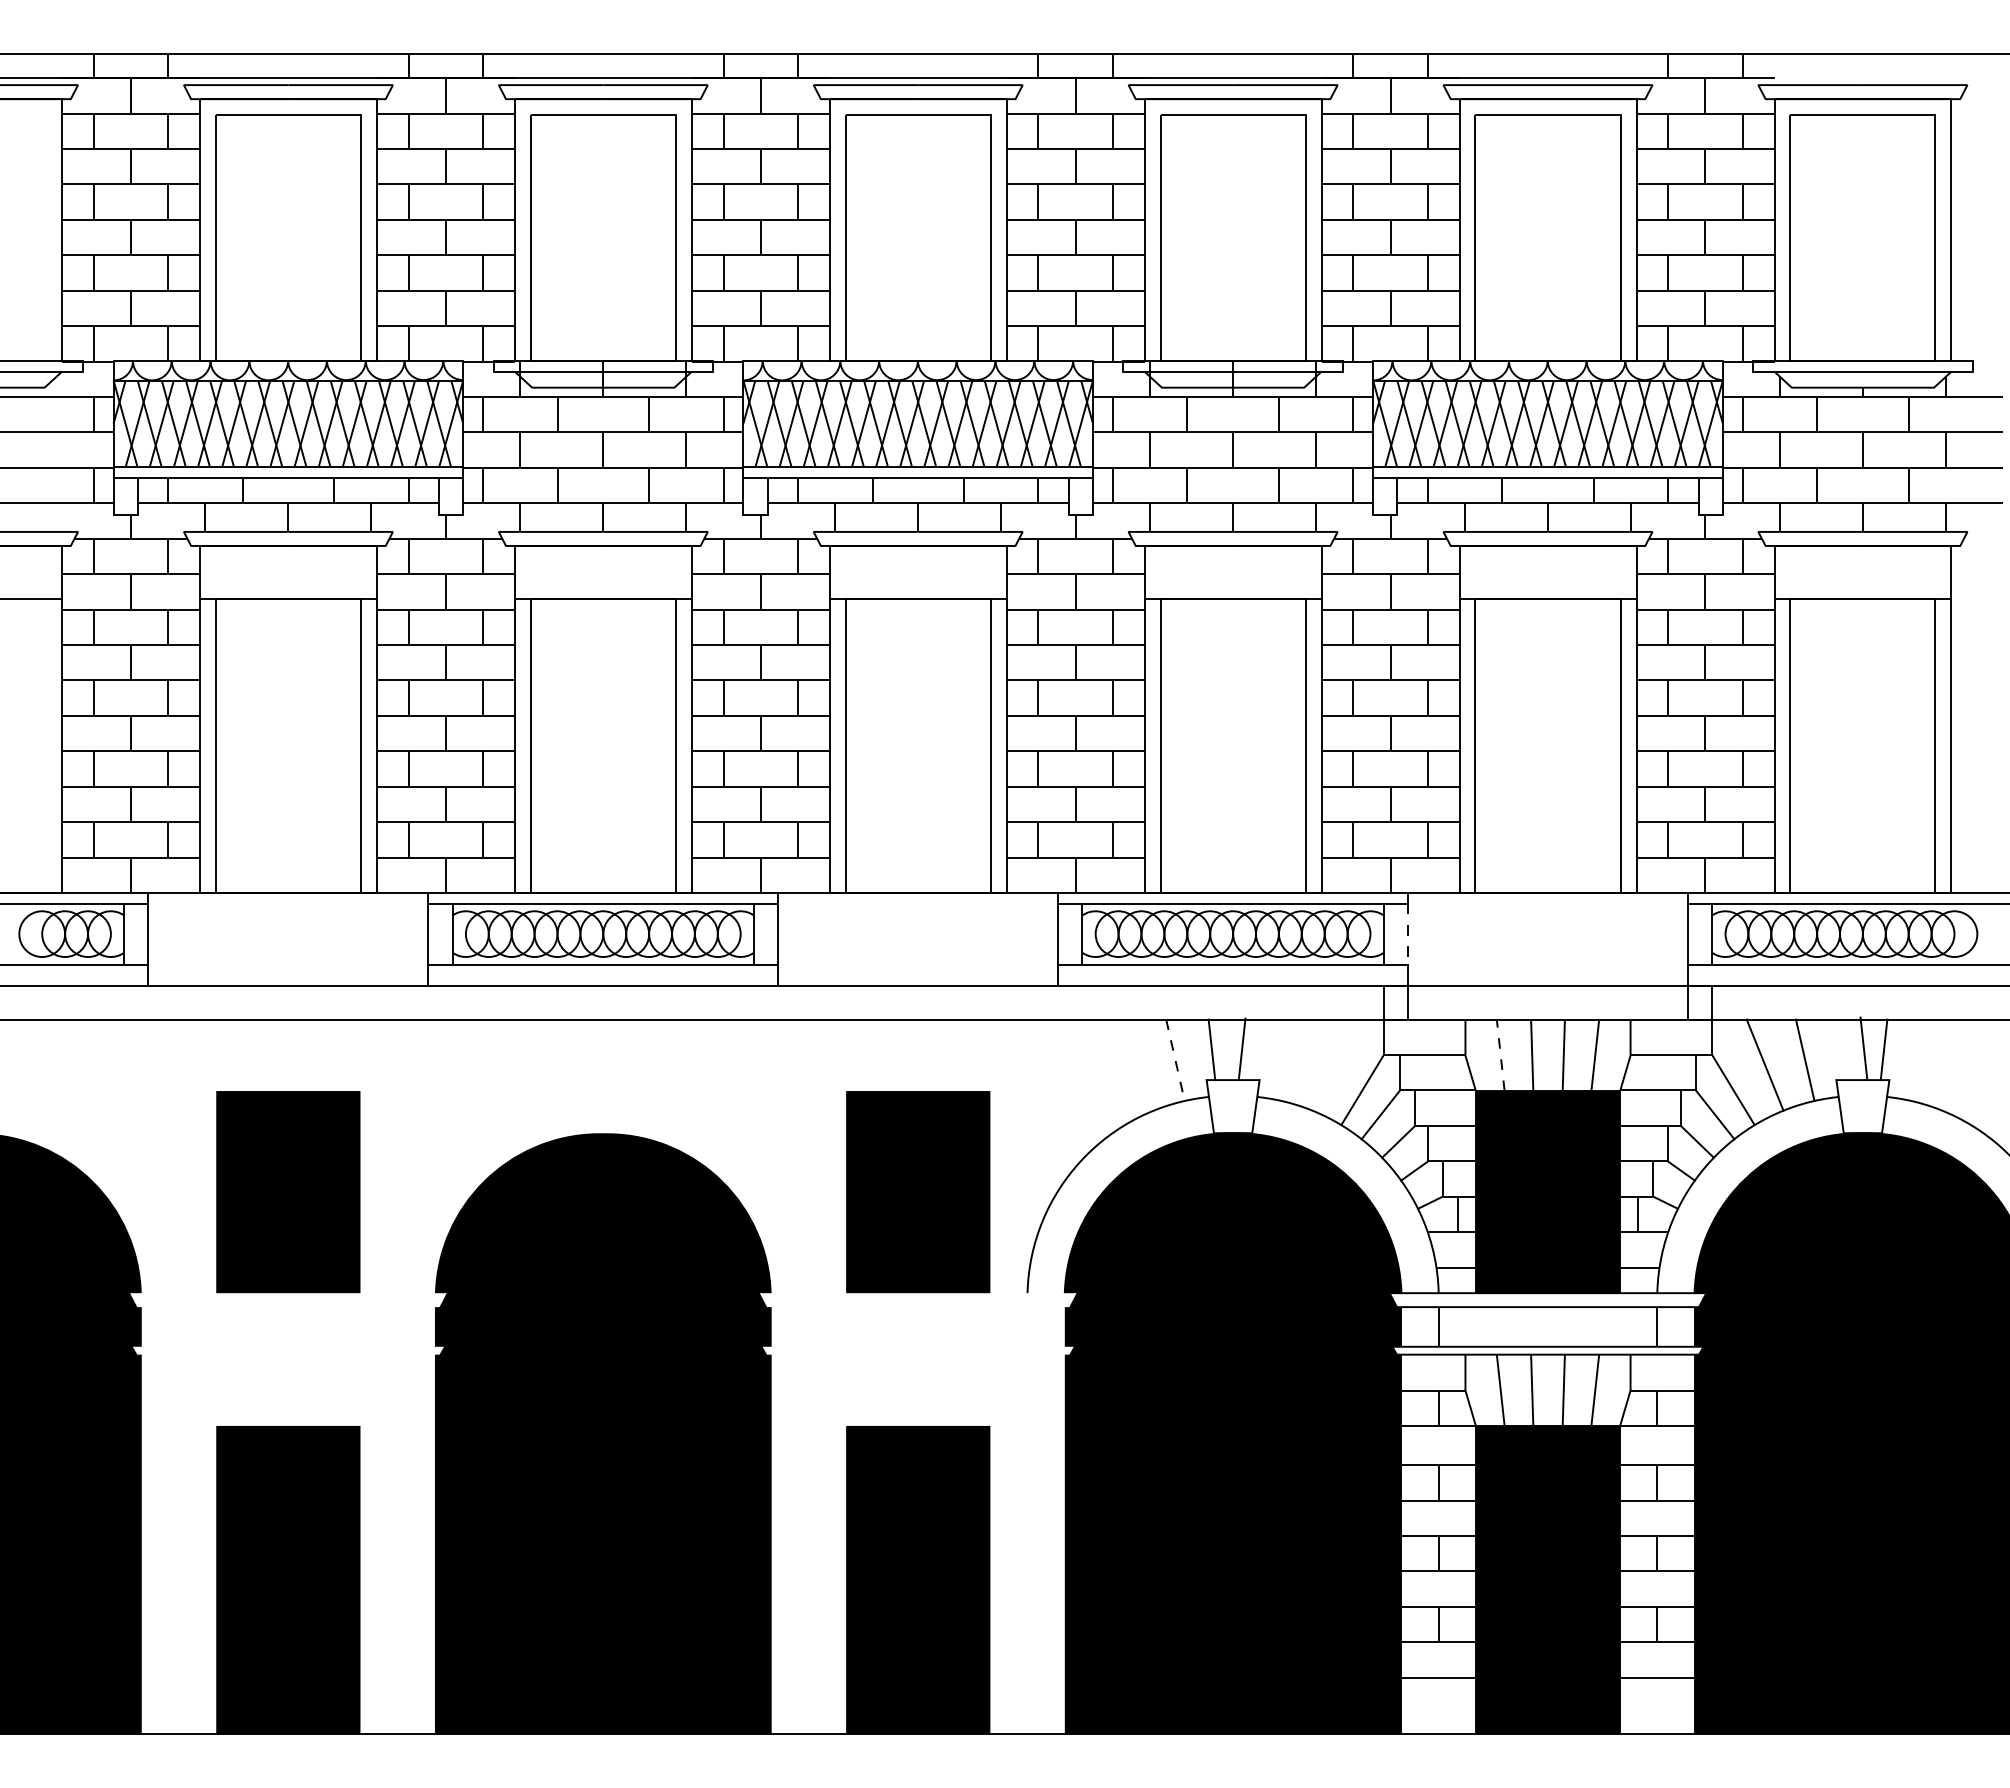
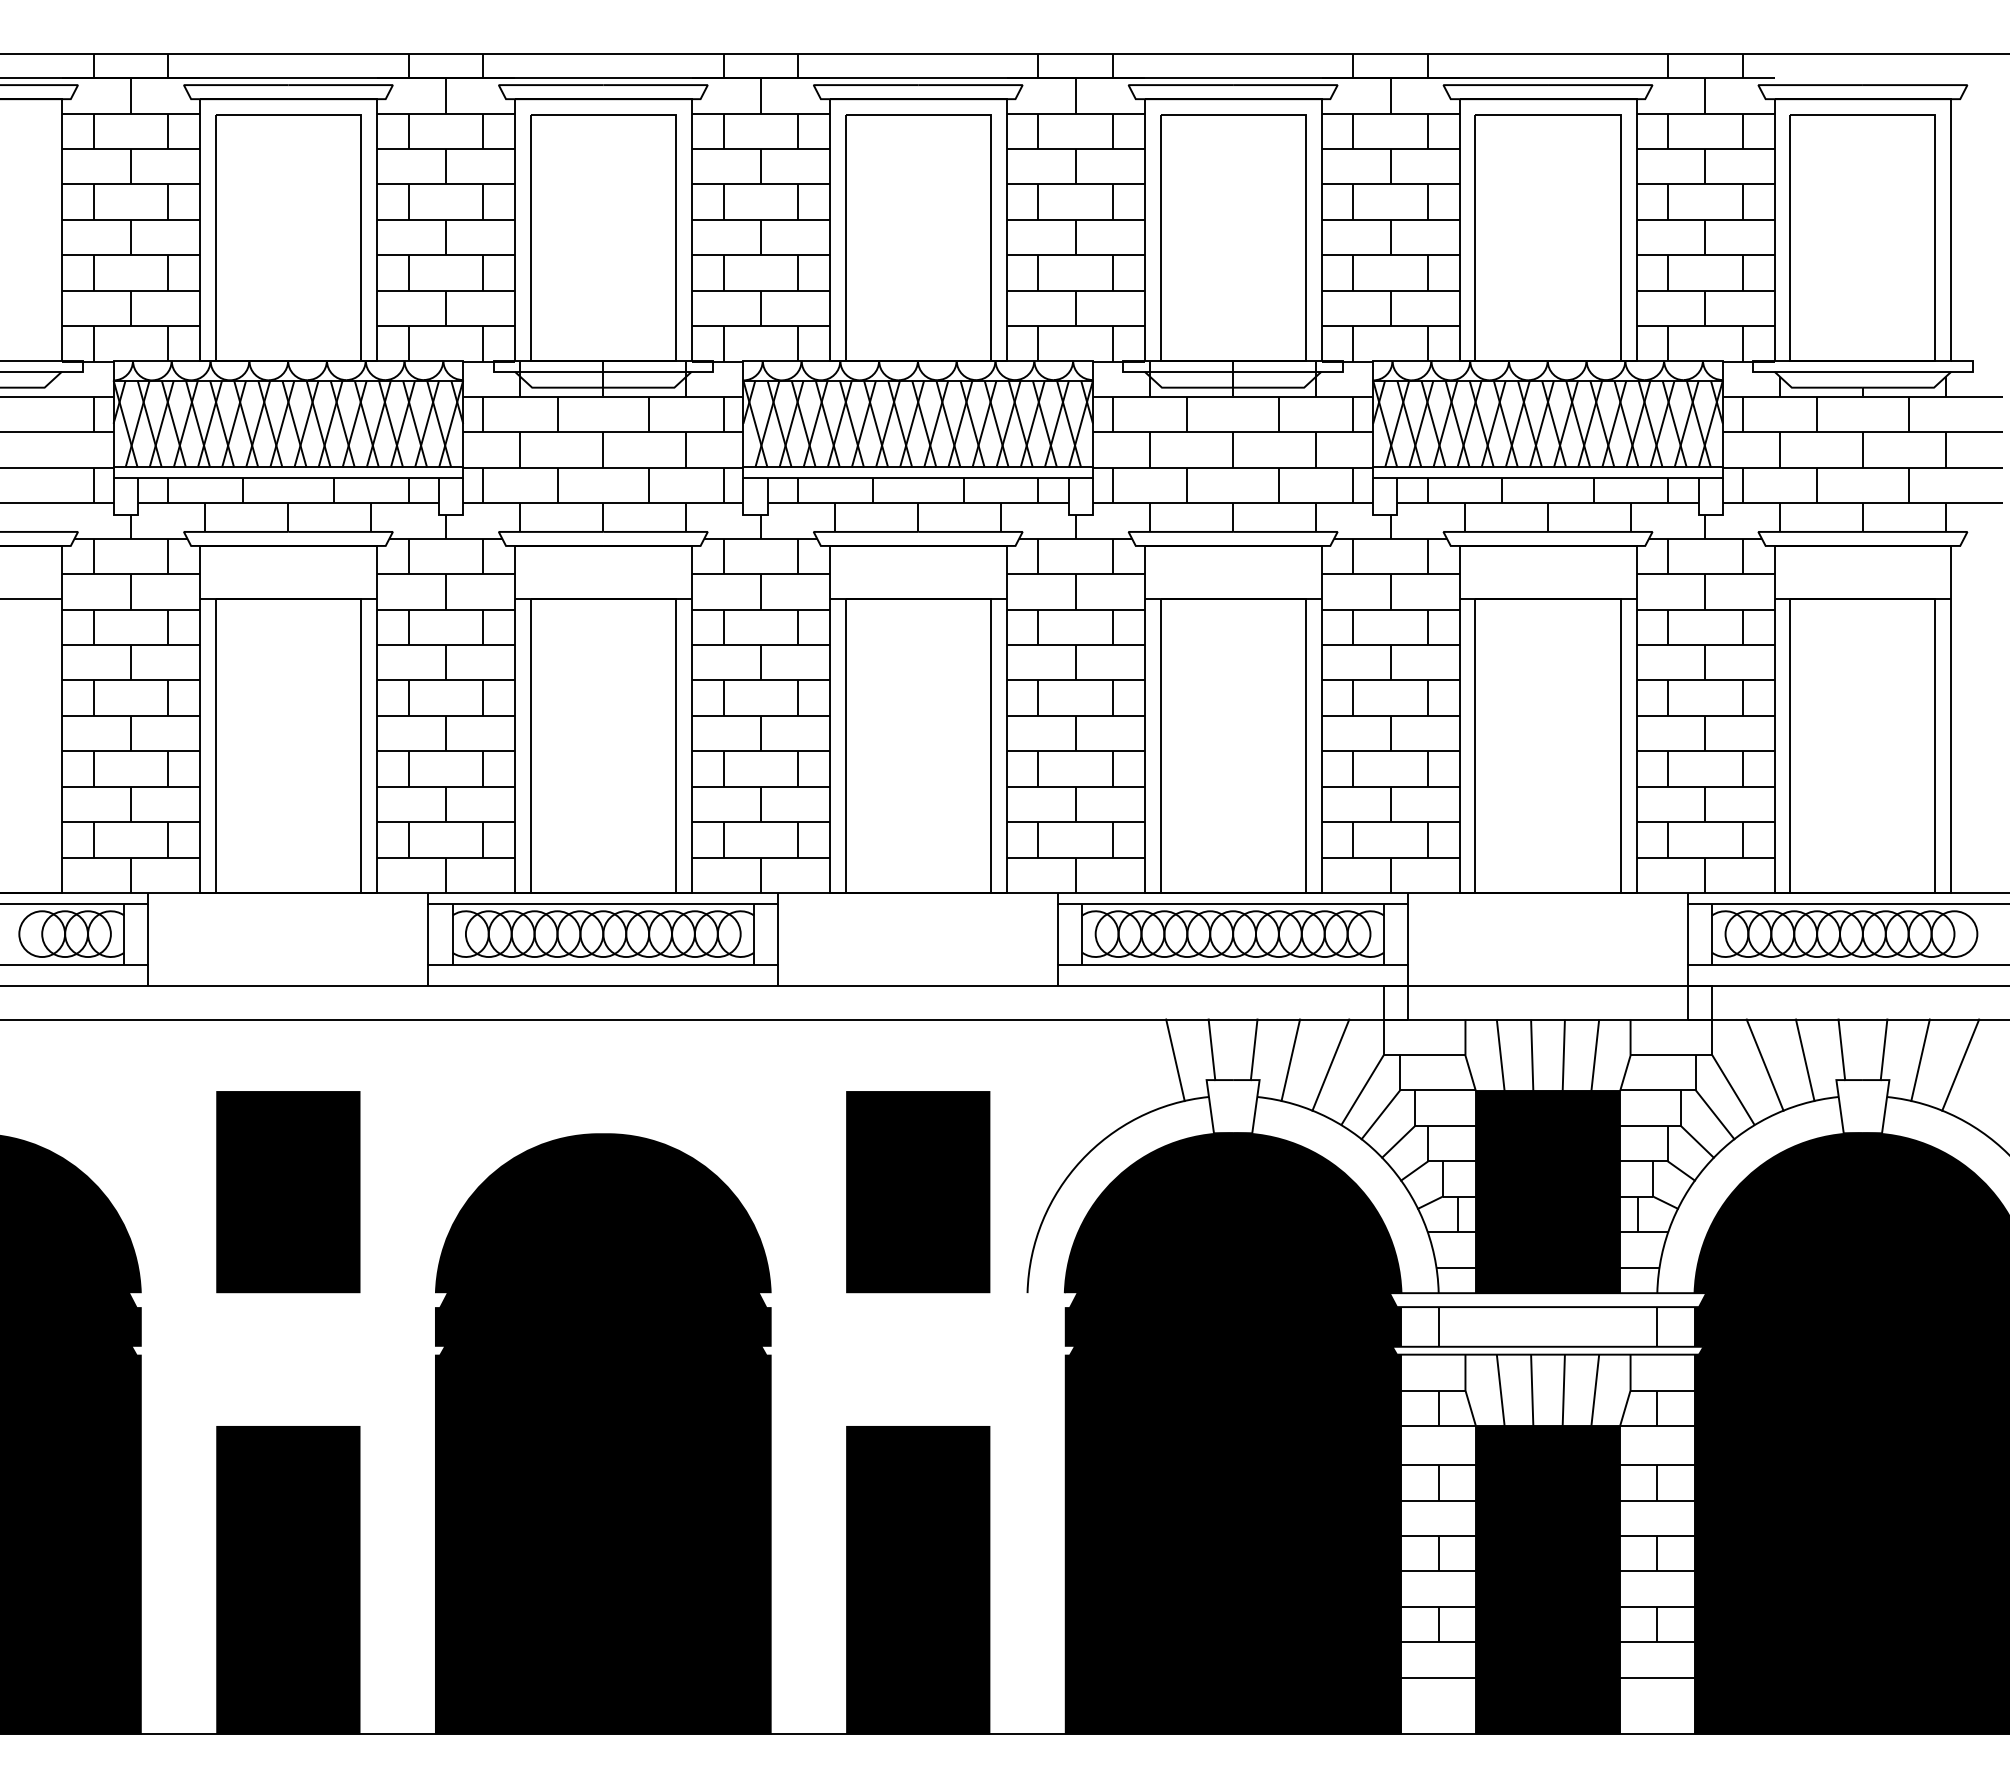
line at (1407, 934): dashed -> solid
line at (1863, 1047) position: (1863, 1047) -> (1841, 1049)
line at (1241, 1048) position: (1241, 1048) -> (1253, 1049)
line at (1500, 1055): dashed -> solid
line at (1175, 1060): dashed -> solid
line at (1290, 1060): none -> present
line at (1920, 1060): none -> present
line at (1330, 1064): none -> present
line at (1960, 1064): none -> present
